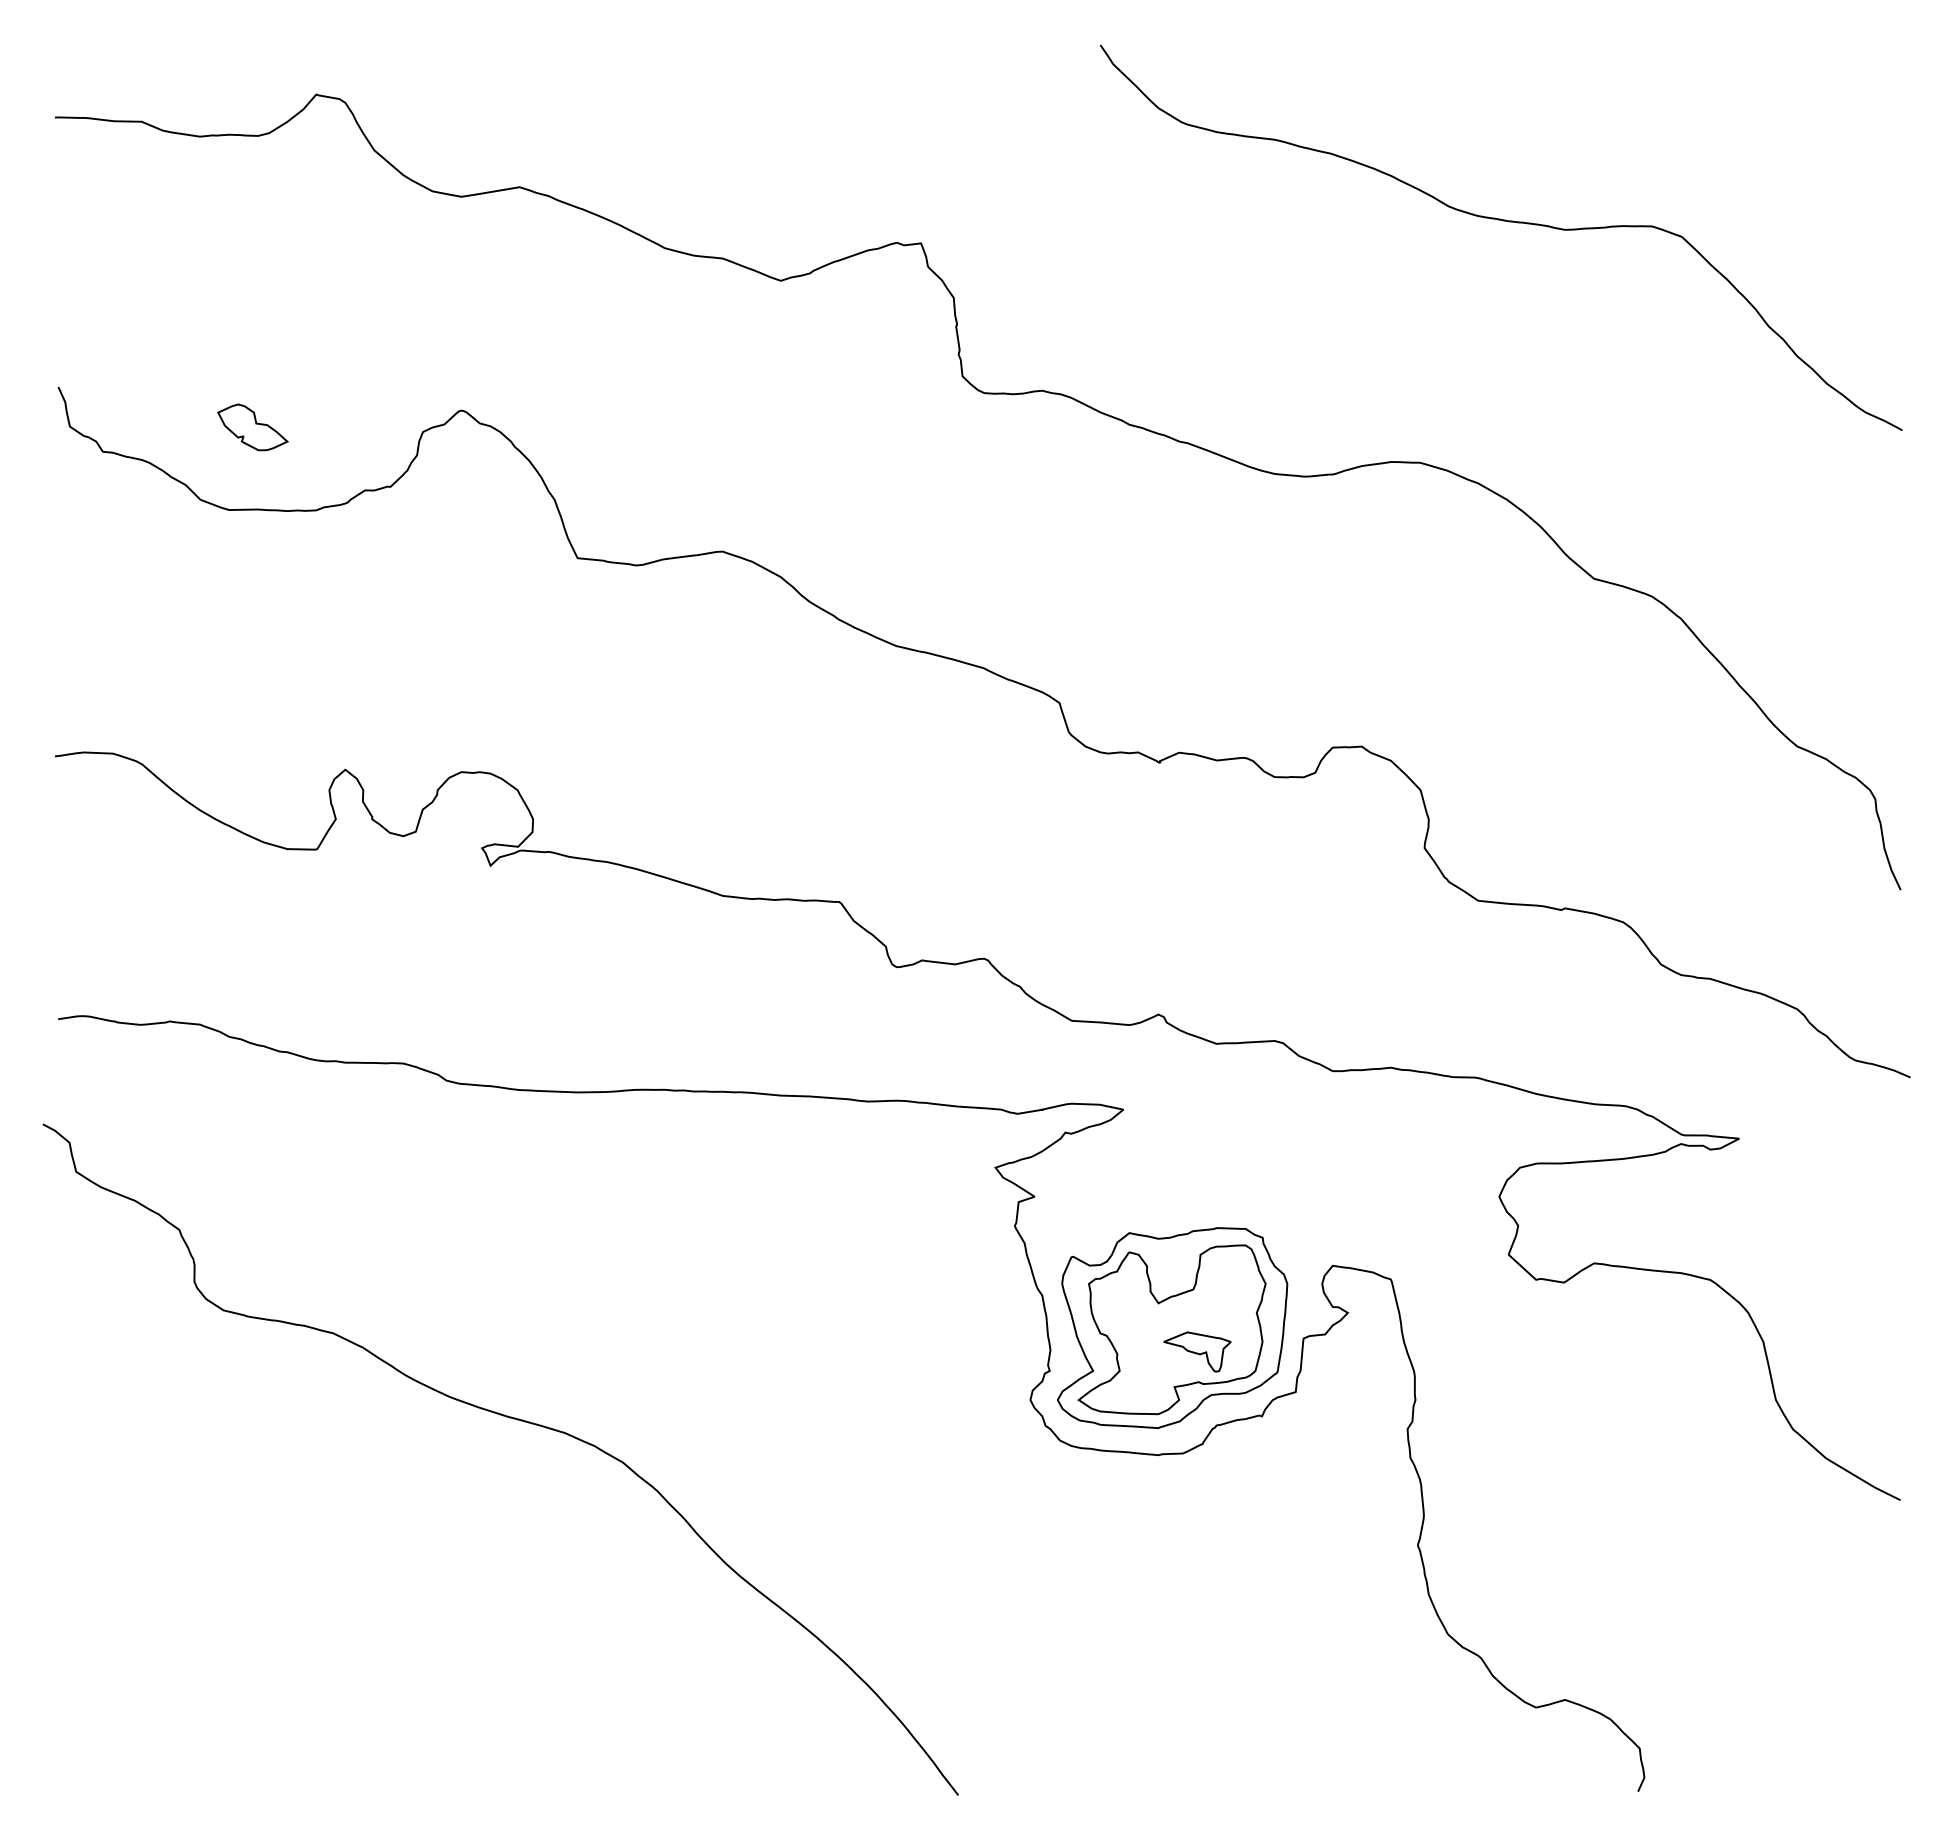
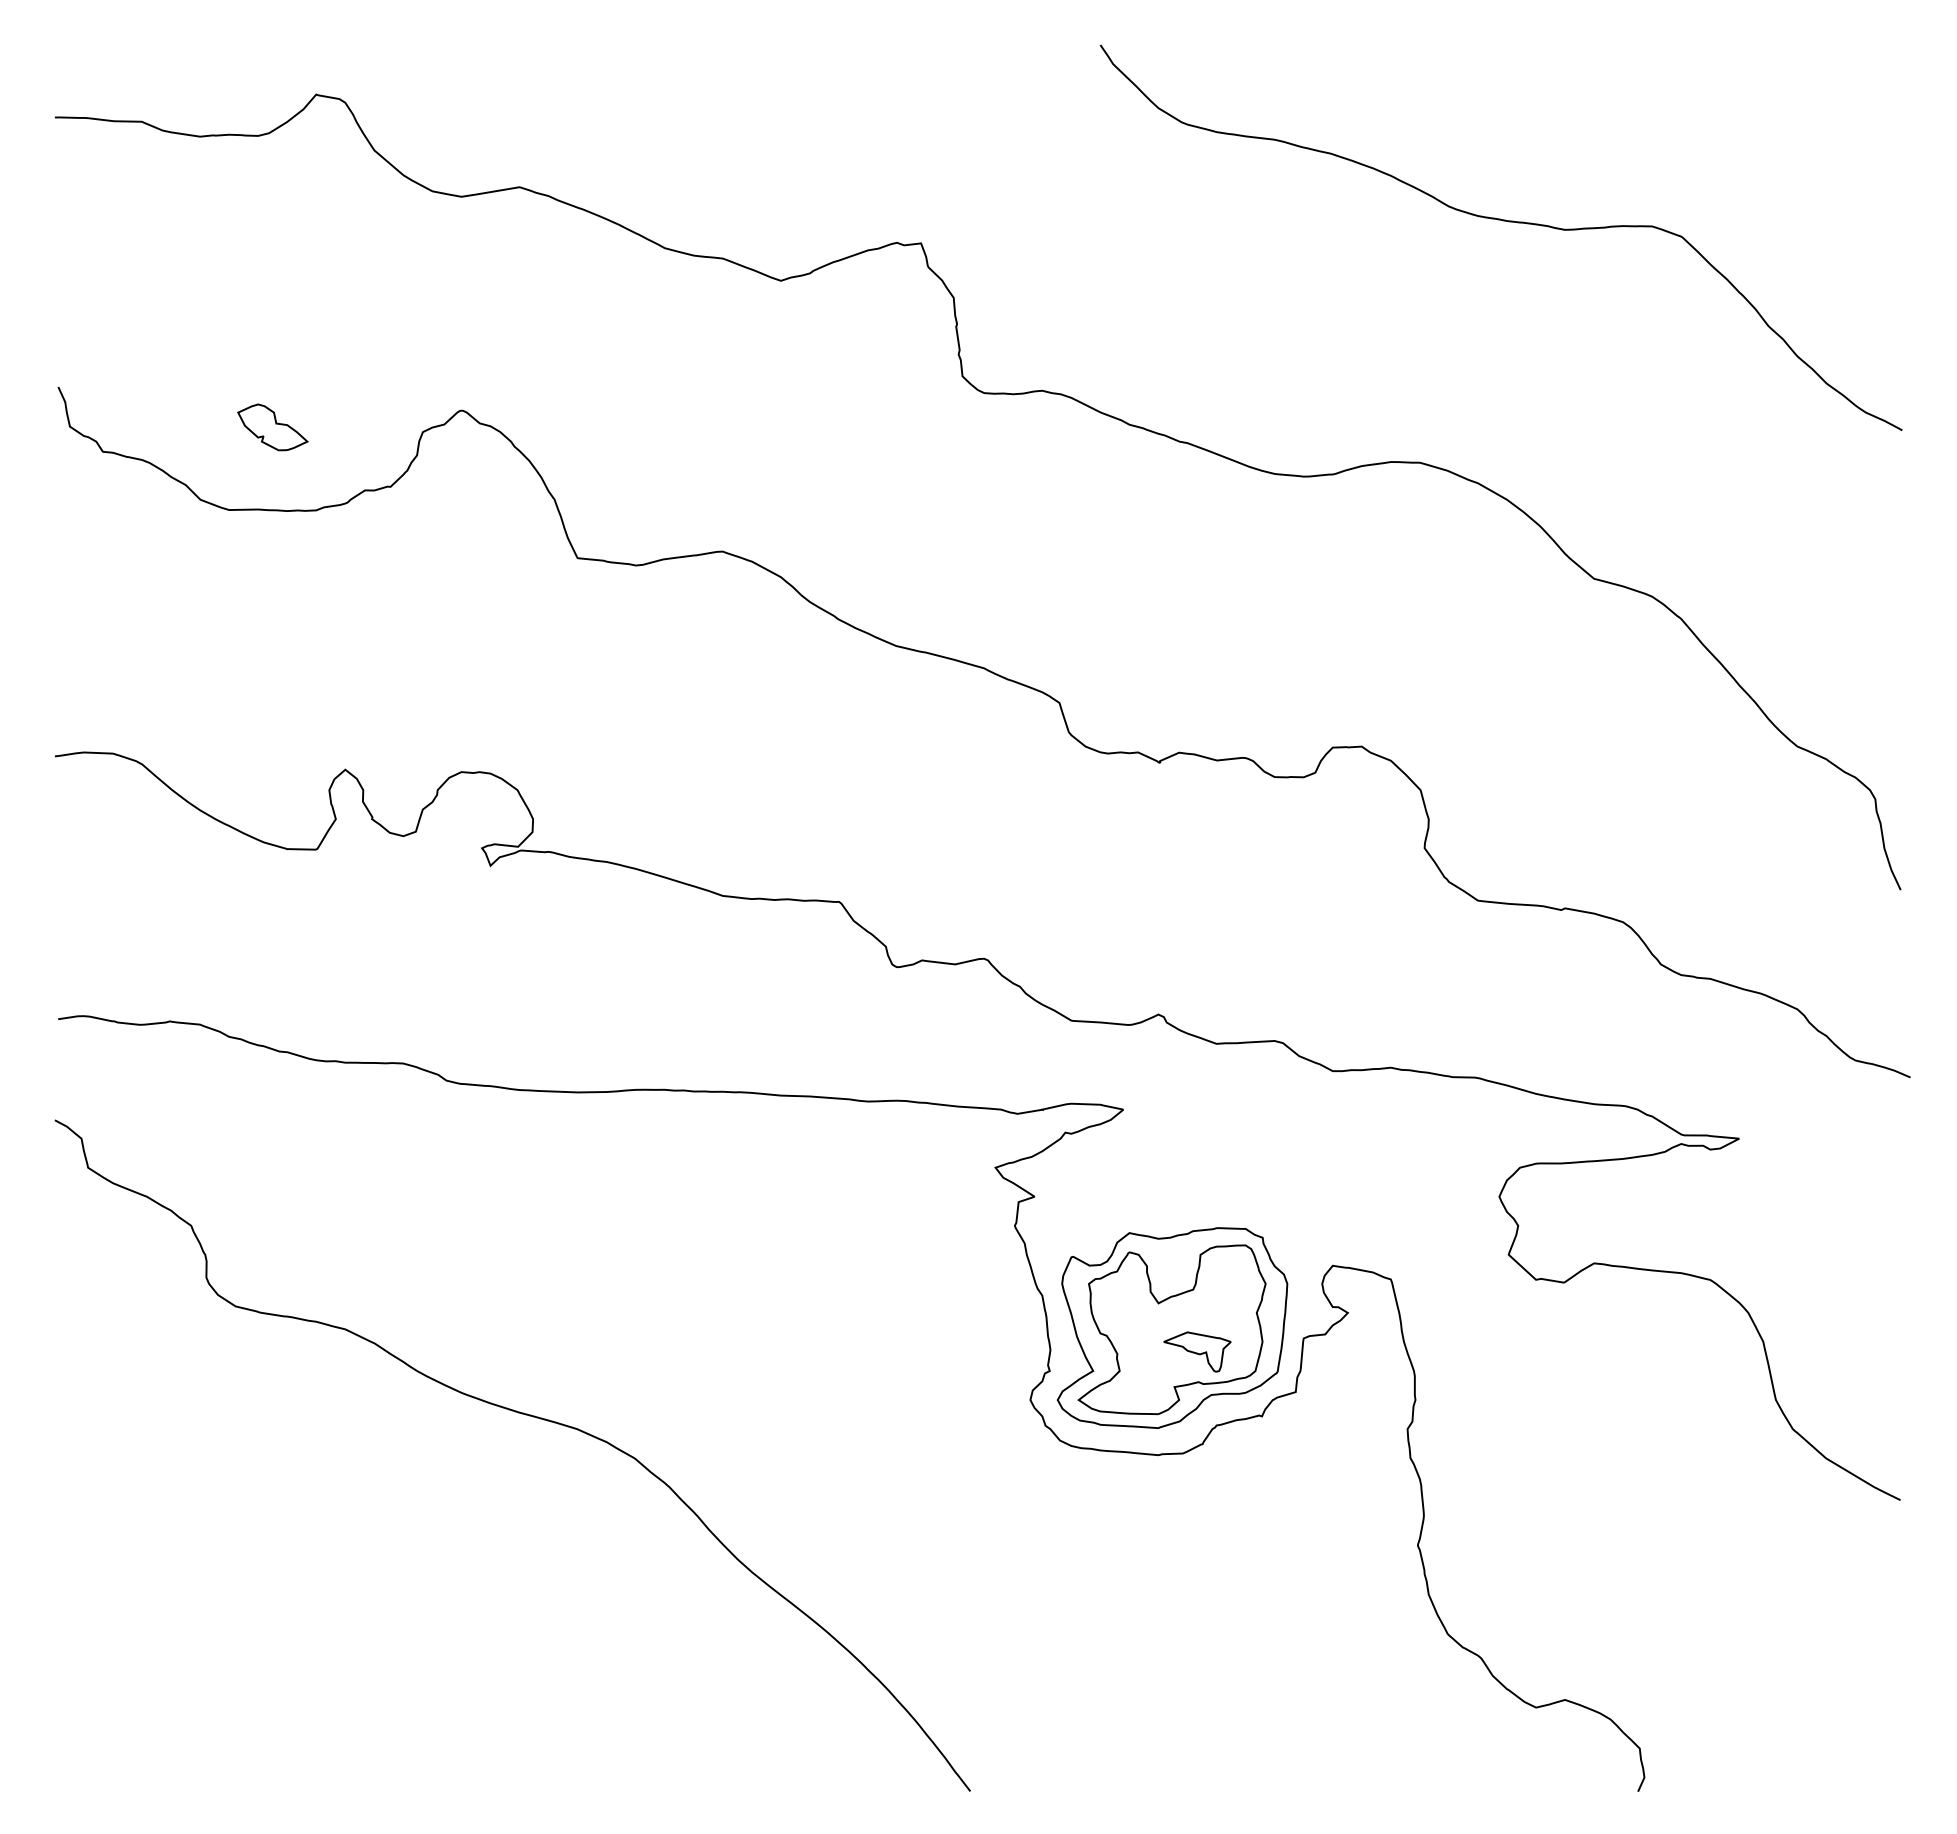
part at (252, 427) position: (252, 427) -> (272, 427)
curve at (509, 1418) position: (509, 1418) -> (521, 1414)
